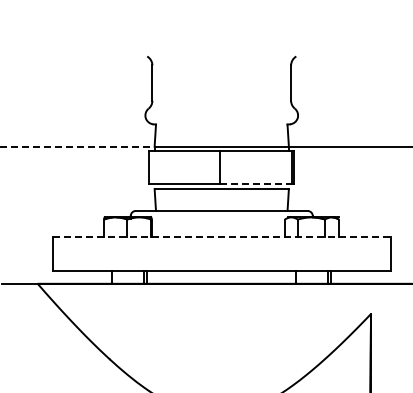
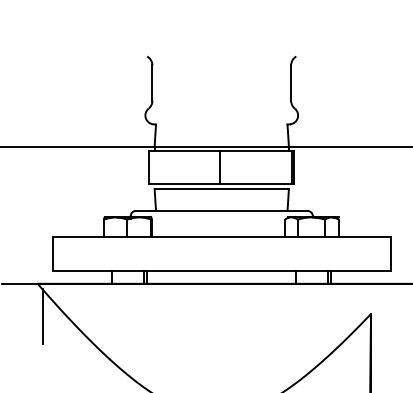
line at (77, 147): dashed -> solid
line at (256, 184): dashed -> solid
line at (222, 236): dashed -> solid
line at (42, 316): none -> present
